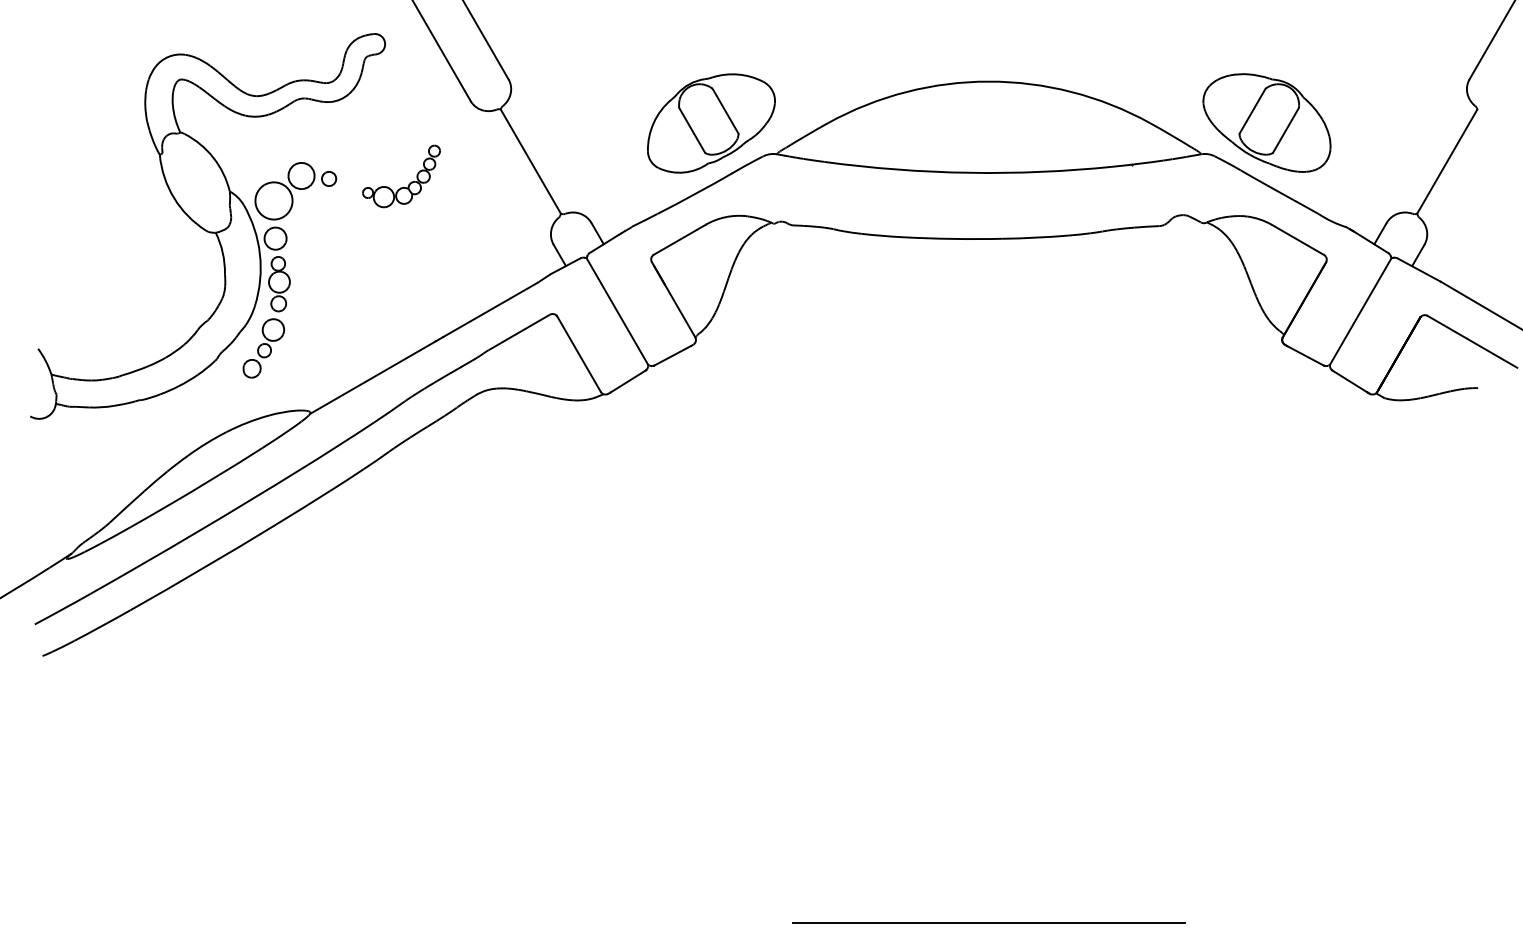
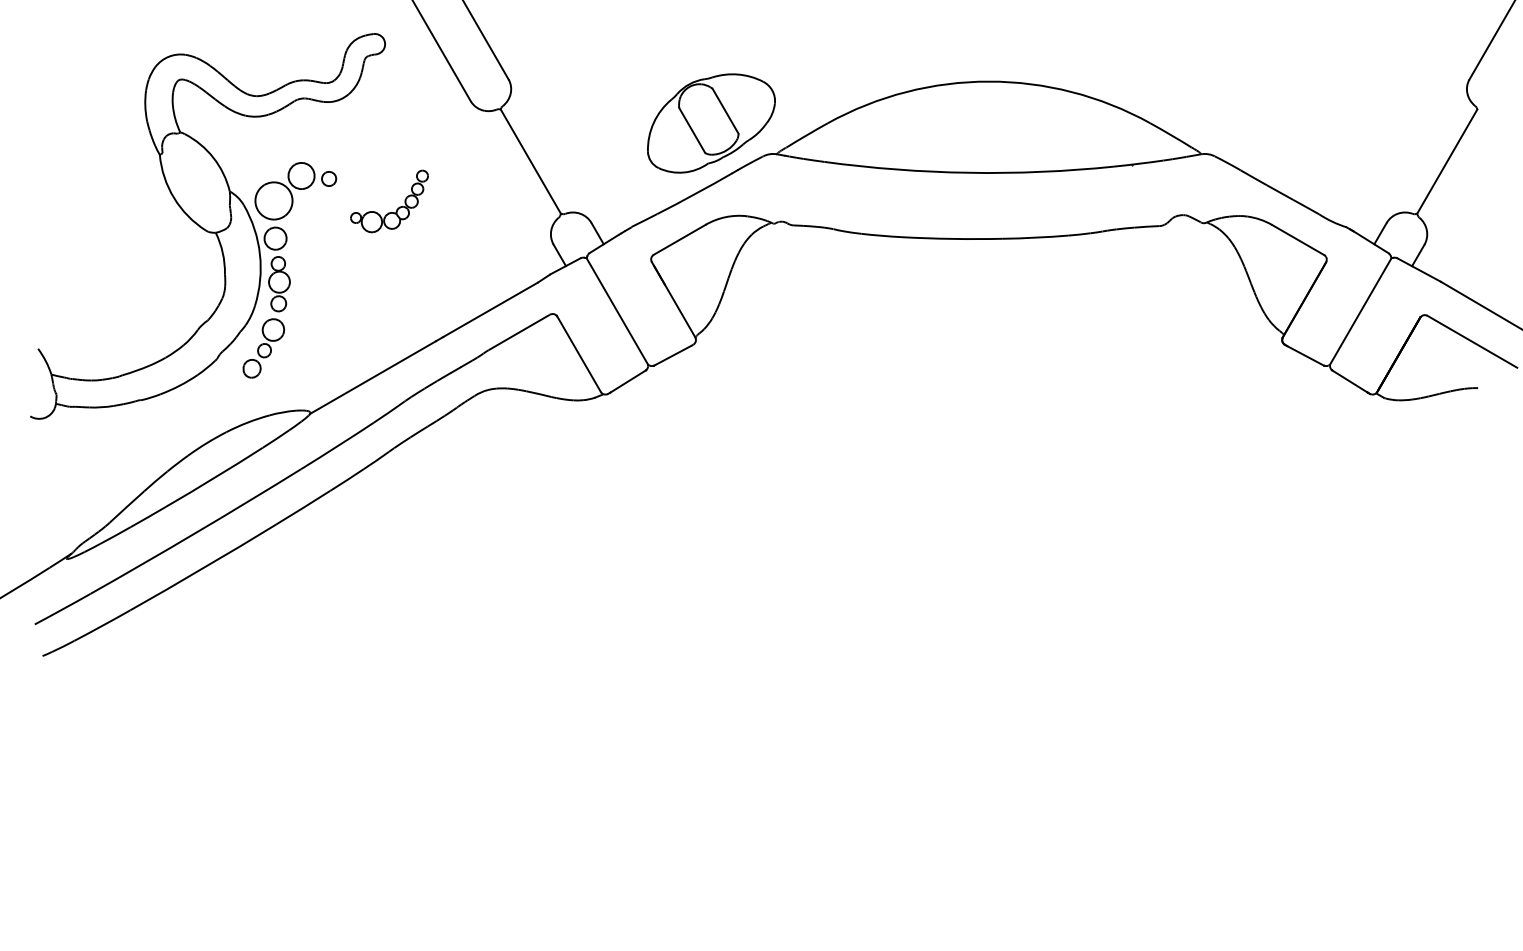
part at (1266, 122): present -> none
part at (409, 183) position: (409, 183) -> (397, 208)
line at (988, 922): present -> none
